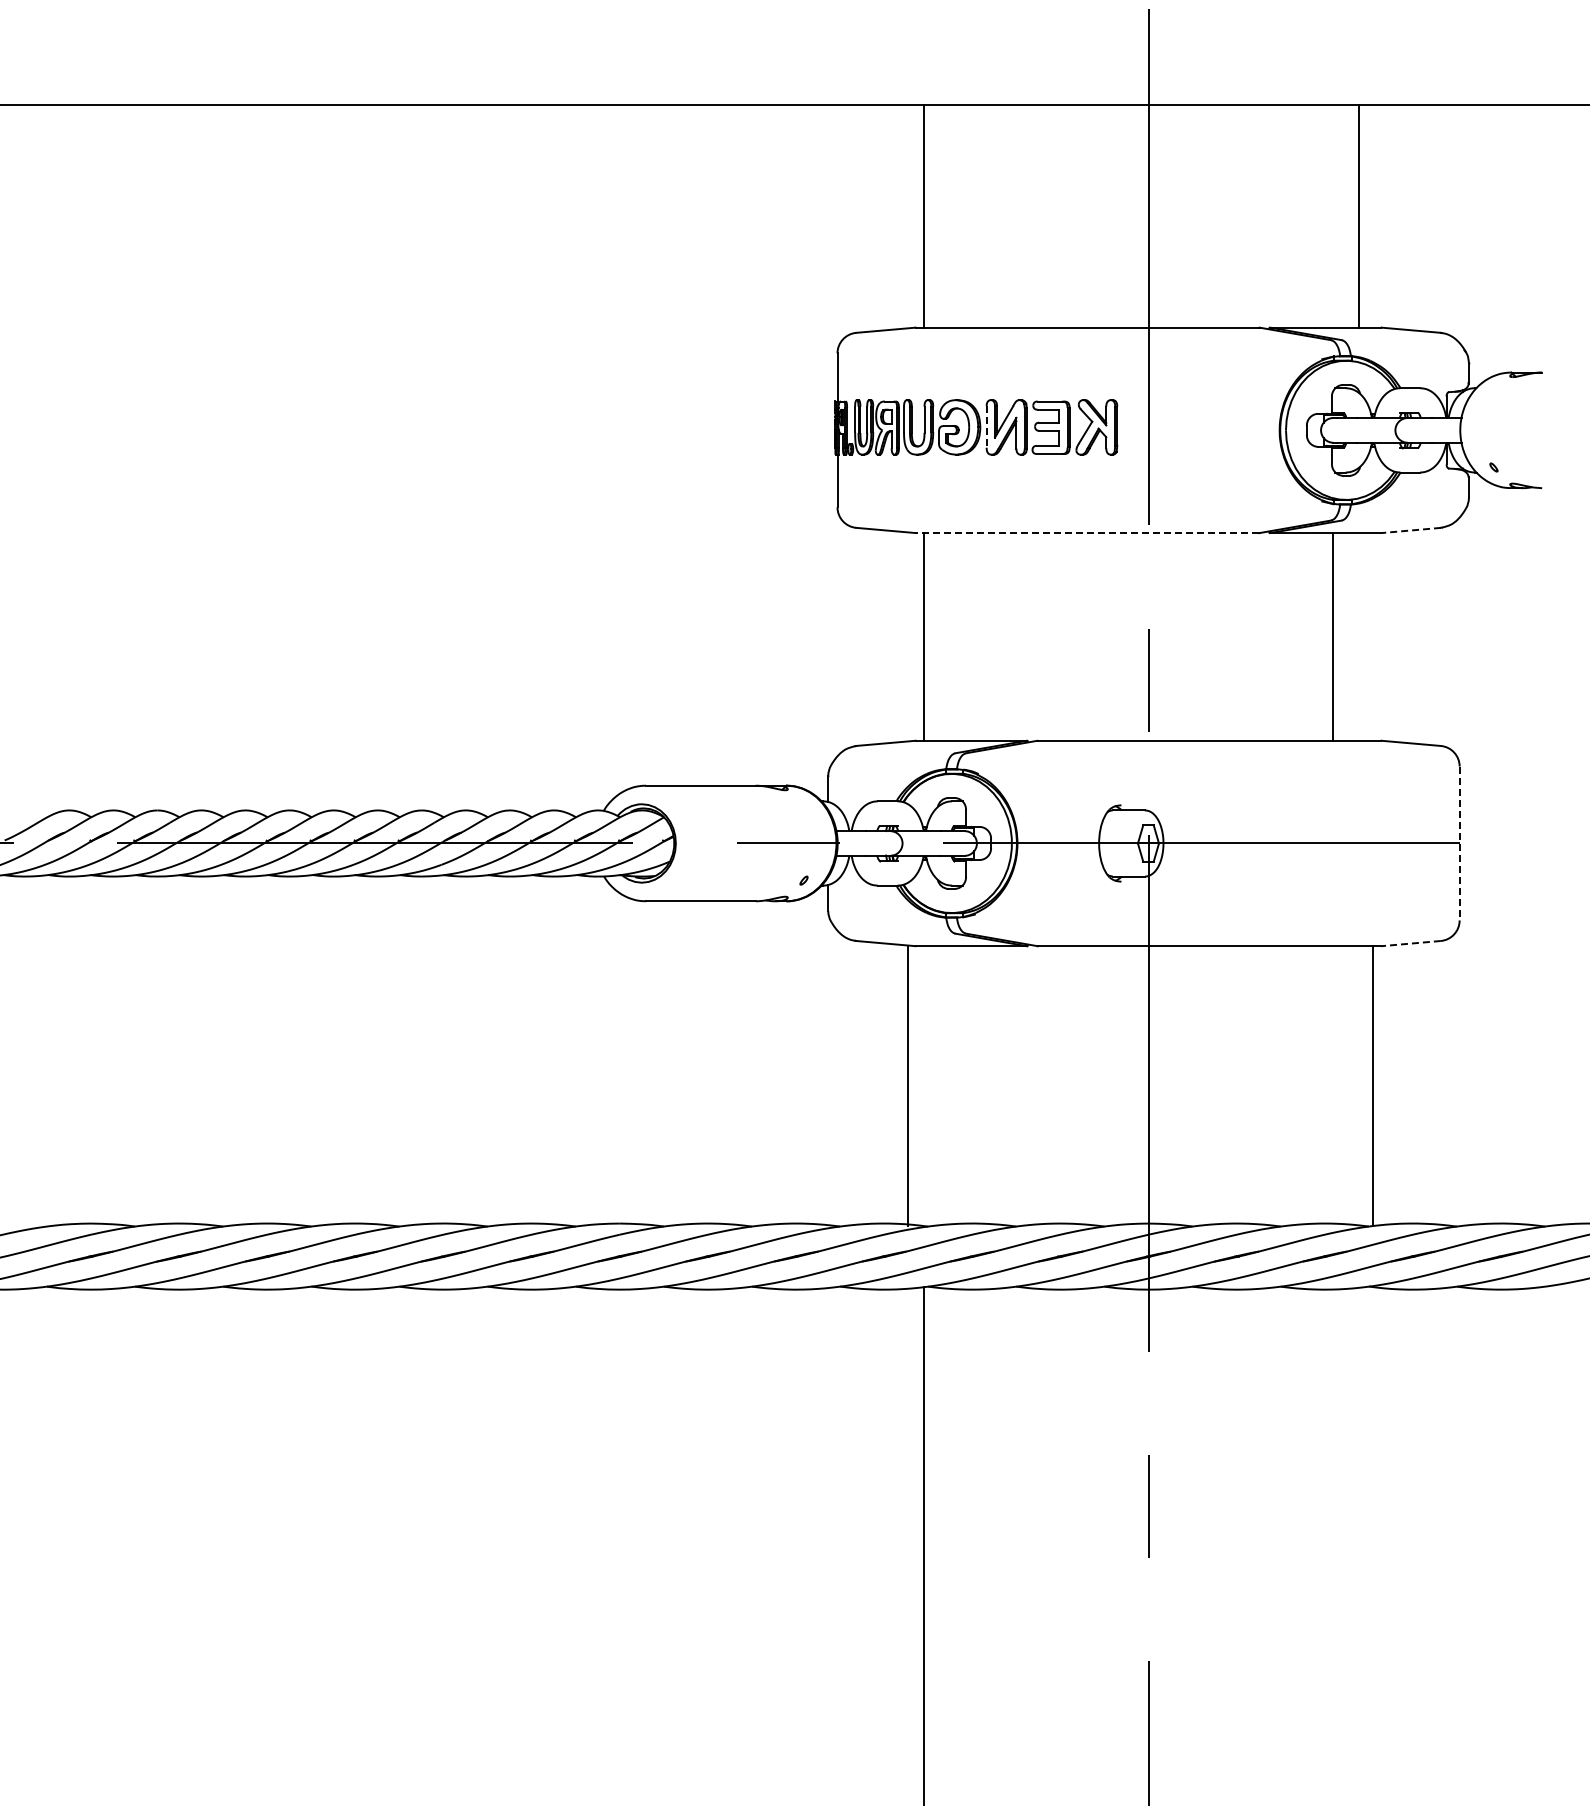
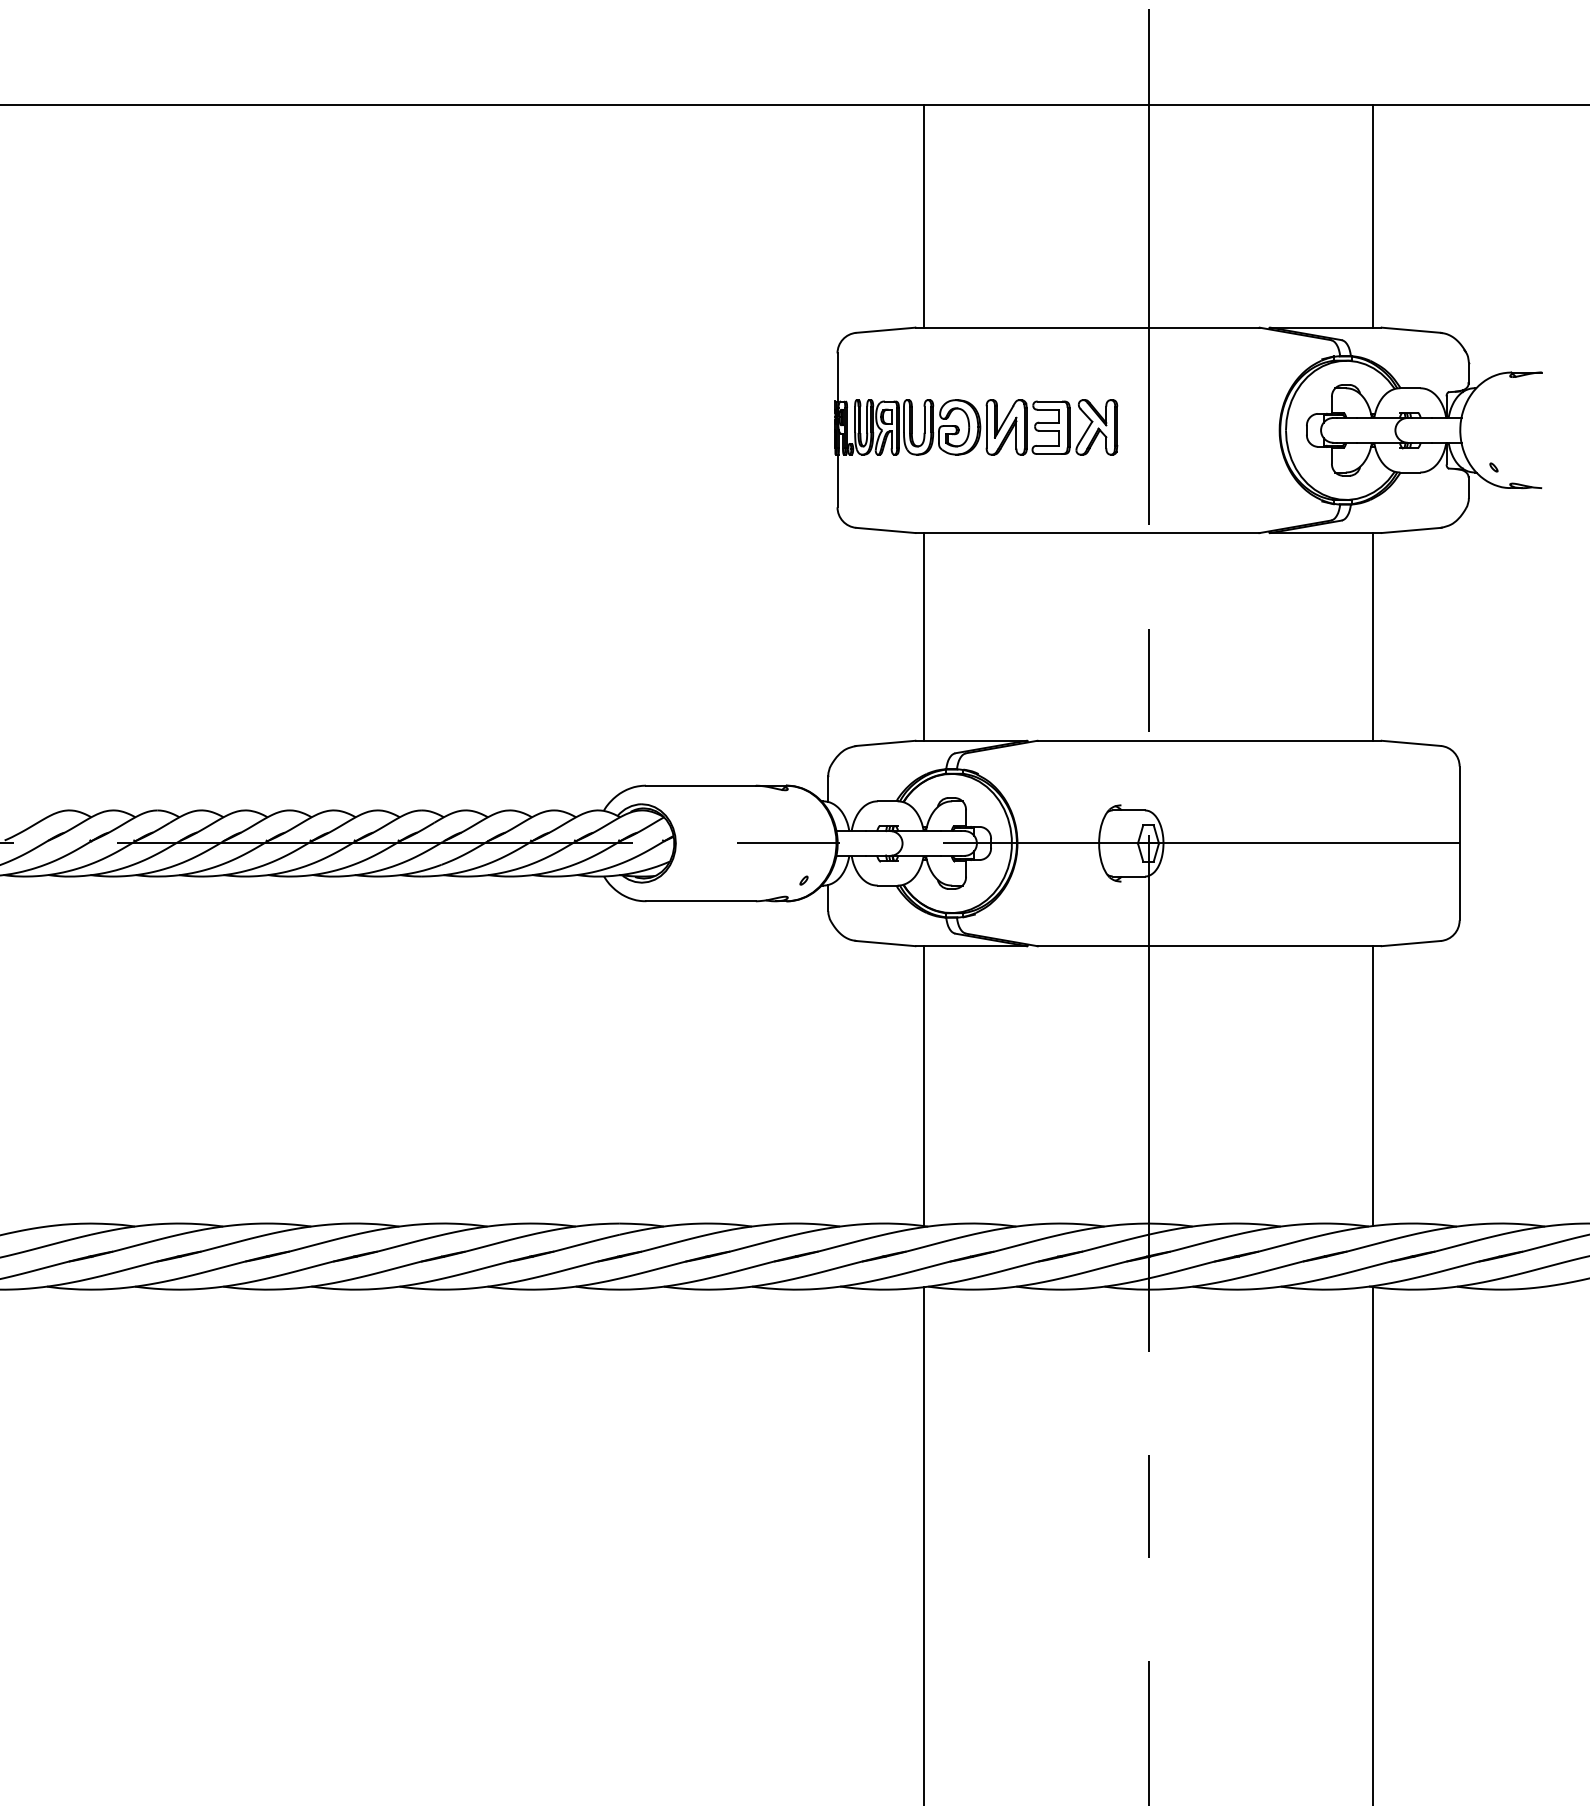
line at (1359, 215) position: (1359, 215) -> (1373, 215)
line at (986, 427): dashed -> solid
line at (1411, 530): dashed -> solid
line at (1087, 533): dashed -> solid
line at (1333, 636) position: (1333, 636) -> (1373, 636)
line at (1459, 843): dashed -> solid
line at (1411, 943): dashed -> solid
line at (907, 1086) position: (907, 1086) -> (923, 1086)
line at (1373, 1544): none -> present
